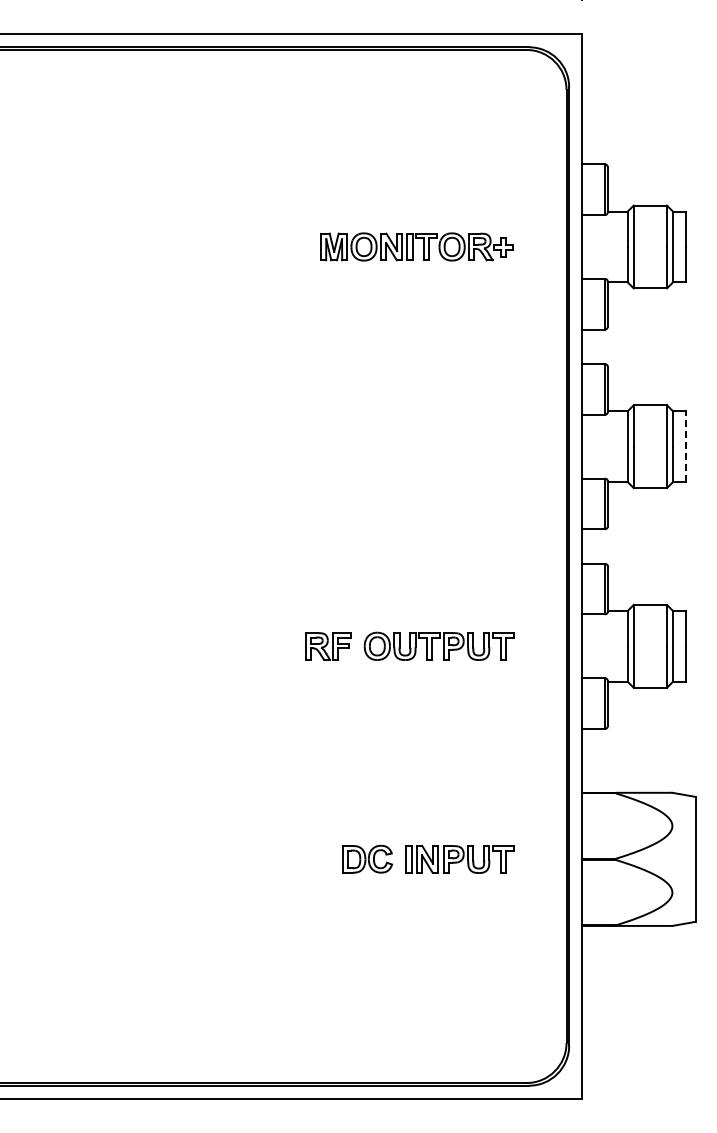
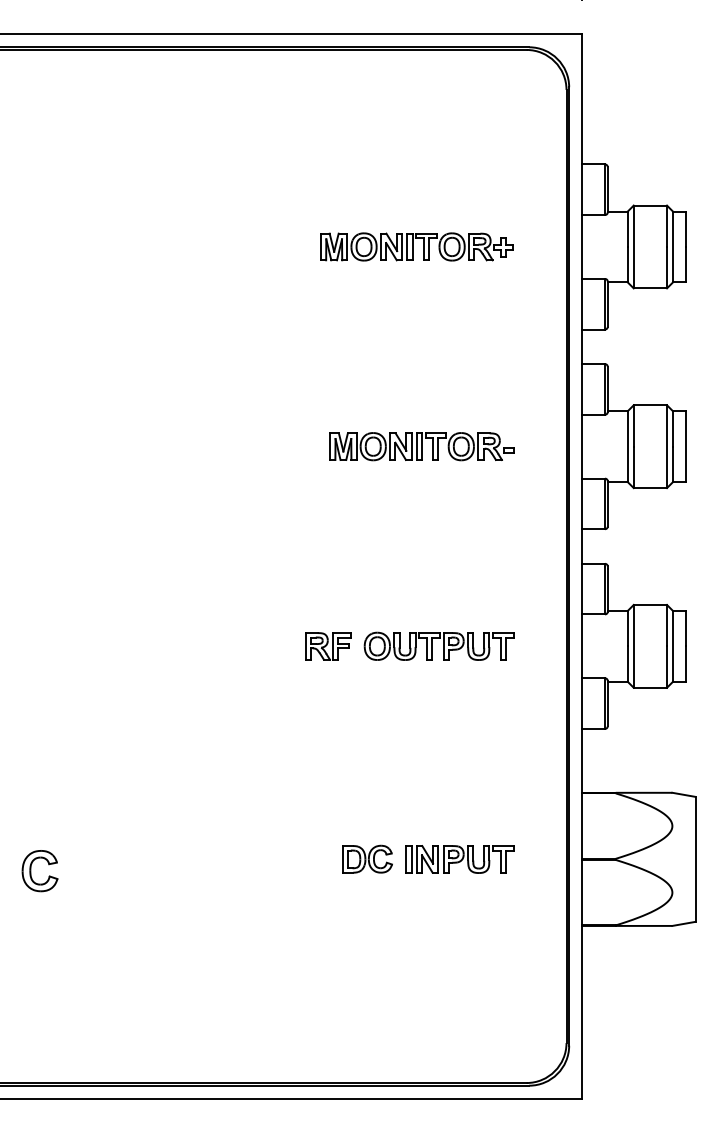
part at (421, 446): none -> present
line at (686, 446): dashed -> solid
part at (31, 871): none -> present
